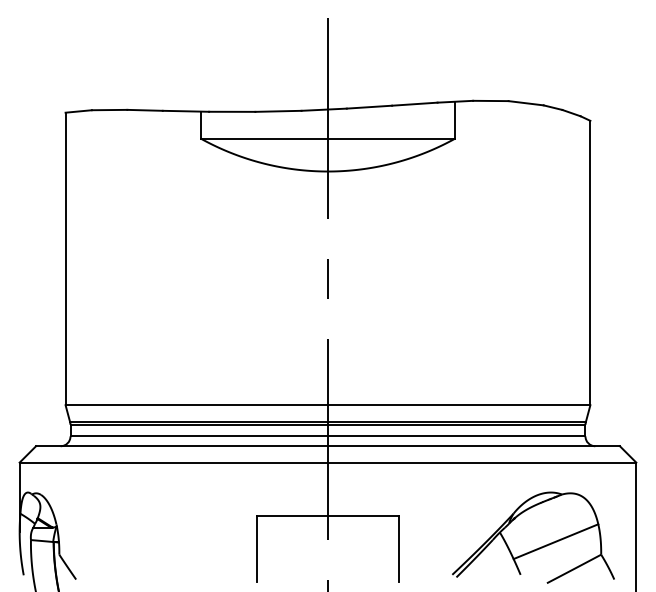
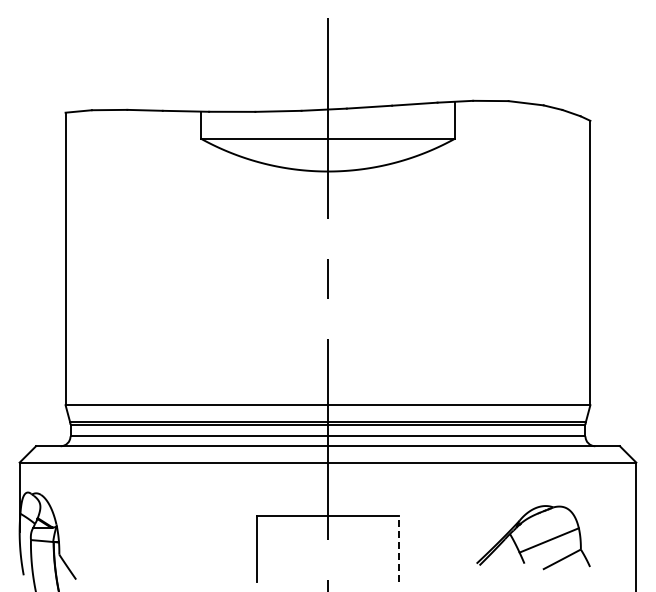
part at (533, 537) size: 163x93 px -> 115x66 px
line at (398, 548): solid -> dashed
